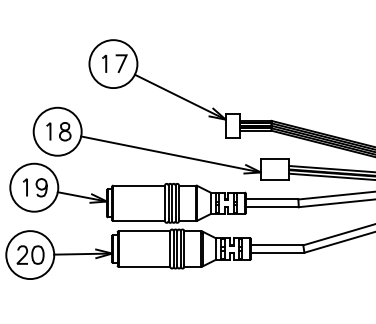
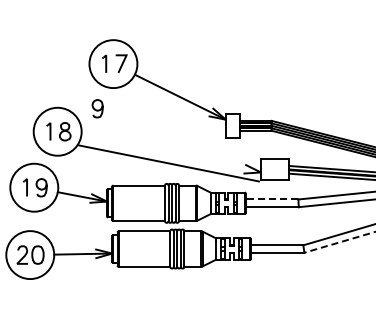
curve at (97, 109): none -> present
line at (170, 154) position: (170, 154) -> (168, 163)
line at (271, 199): solid -> dashed
line at (339, 242): solid -> dashed
